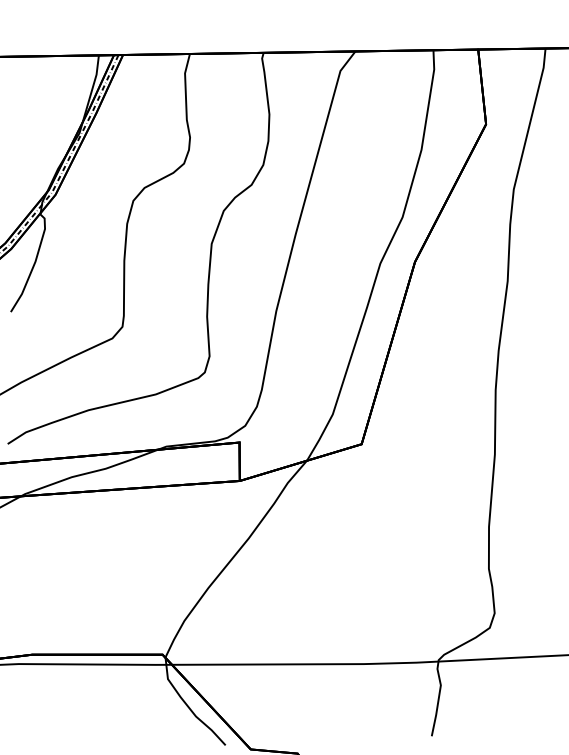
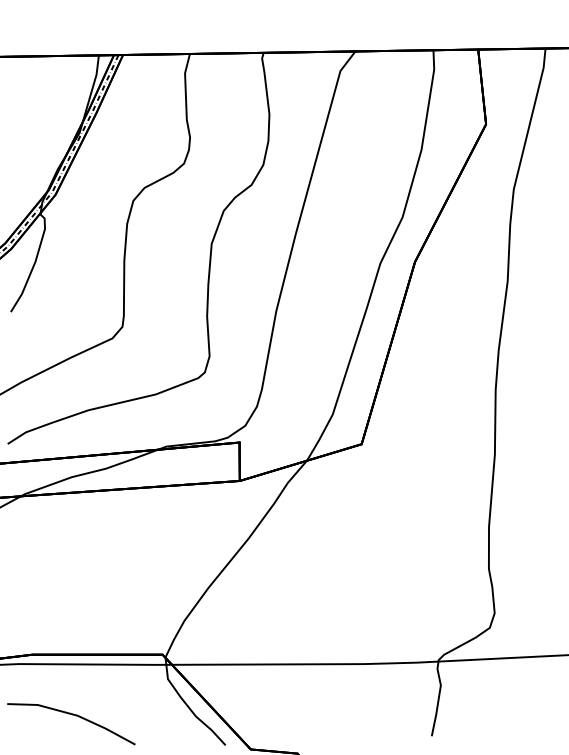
line at (75, 716): none -> present
